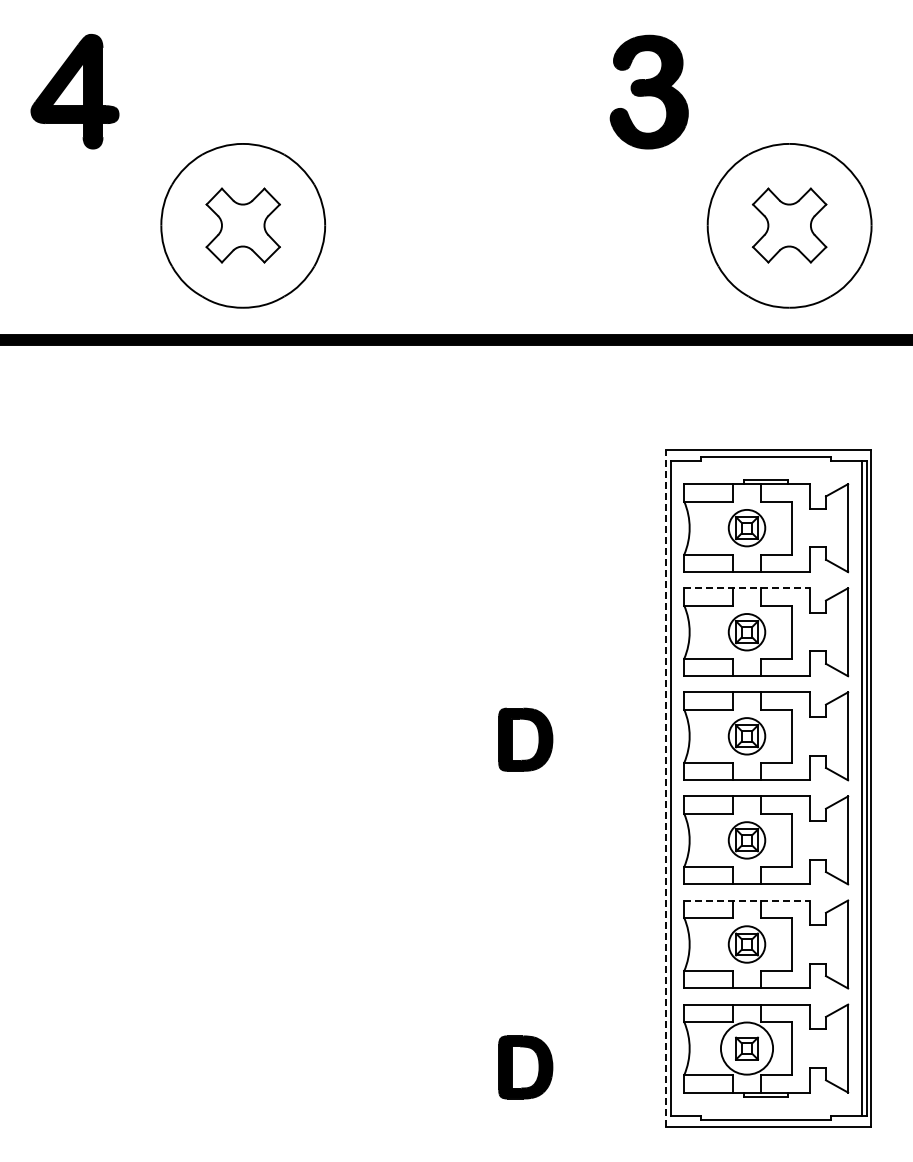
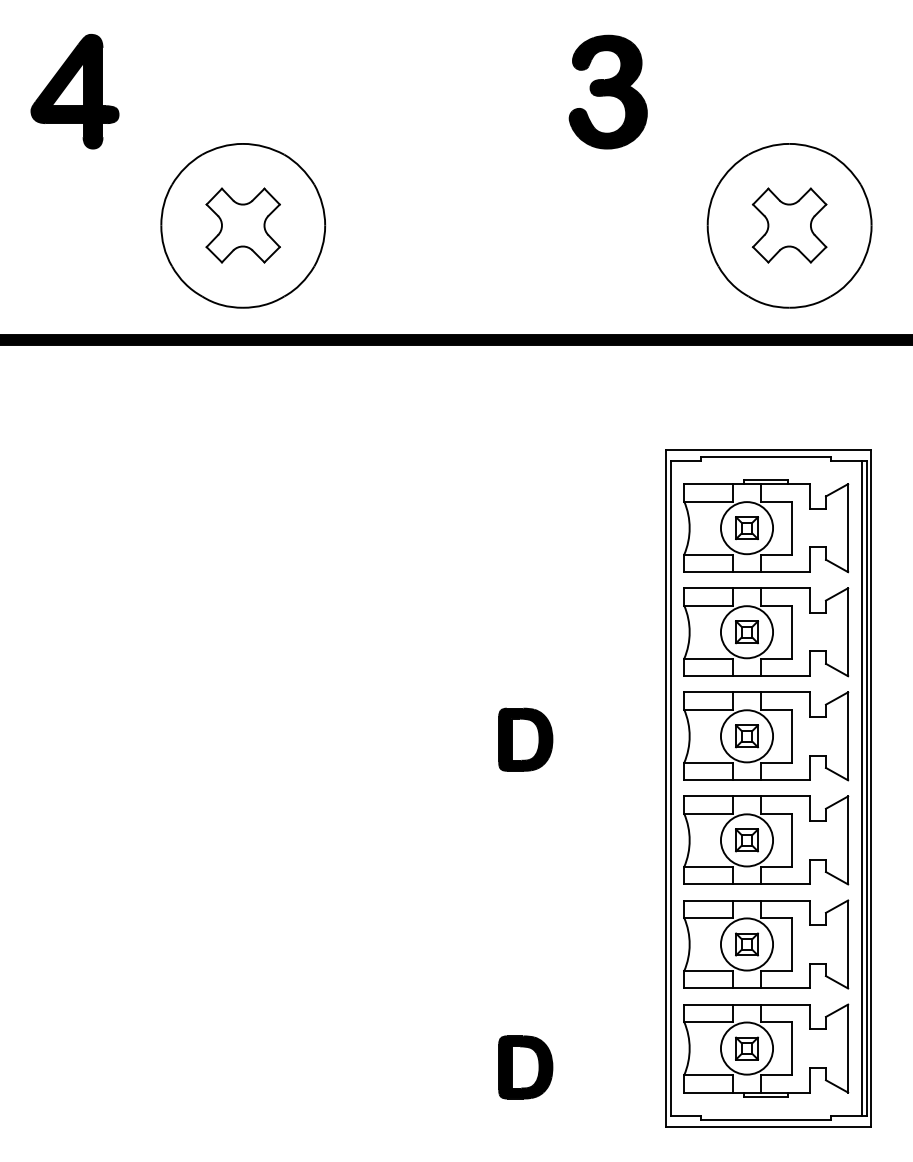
part at (648, 91) position: (648, 91) -> (607, 91)
circle at (746, 527) diameter: 36 px -> 52 px
line at (747, 588): dashed -> solid
circle at (746, 632) diameter: 36 px -> 52 px
circle at (746, 736) diameter: 36 px -> 52 px
line at (666, 788): dashed -> solid
circle at (746, 840) diameter: 36 px -> 52 px
line at (747, 900): dashed -> solid
circle at (746, 944) diameter: 36 px -> 52 px
